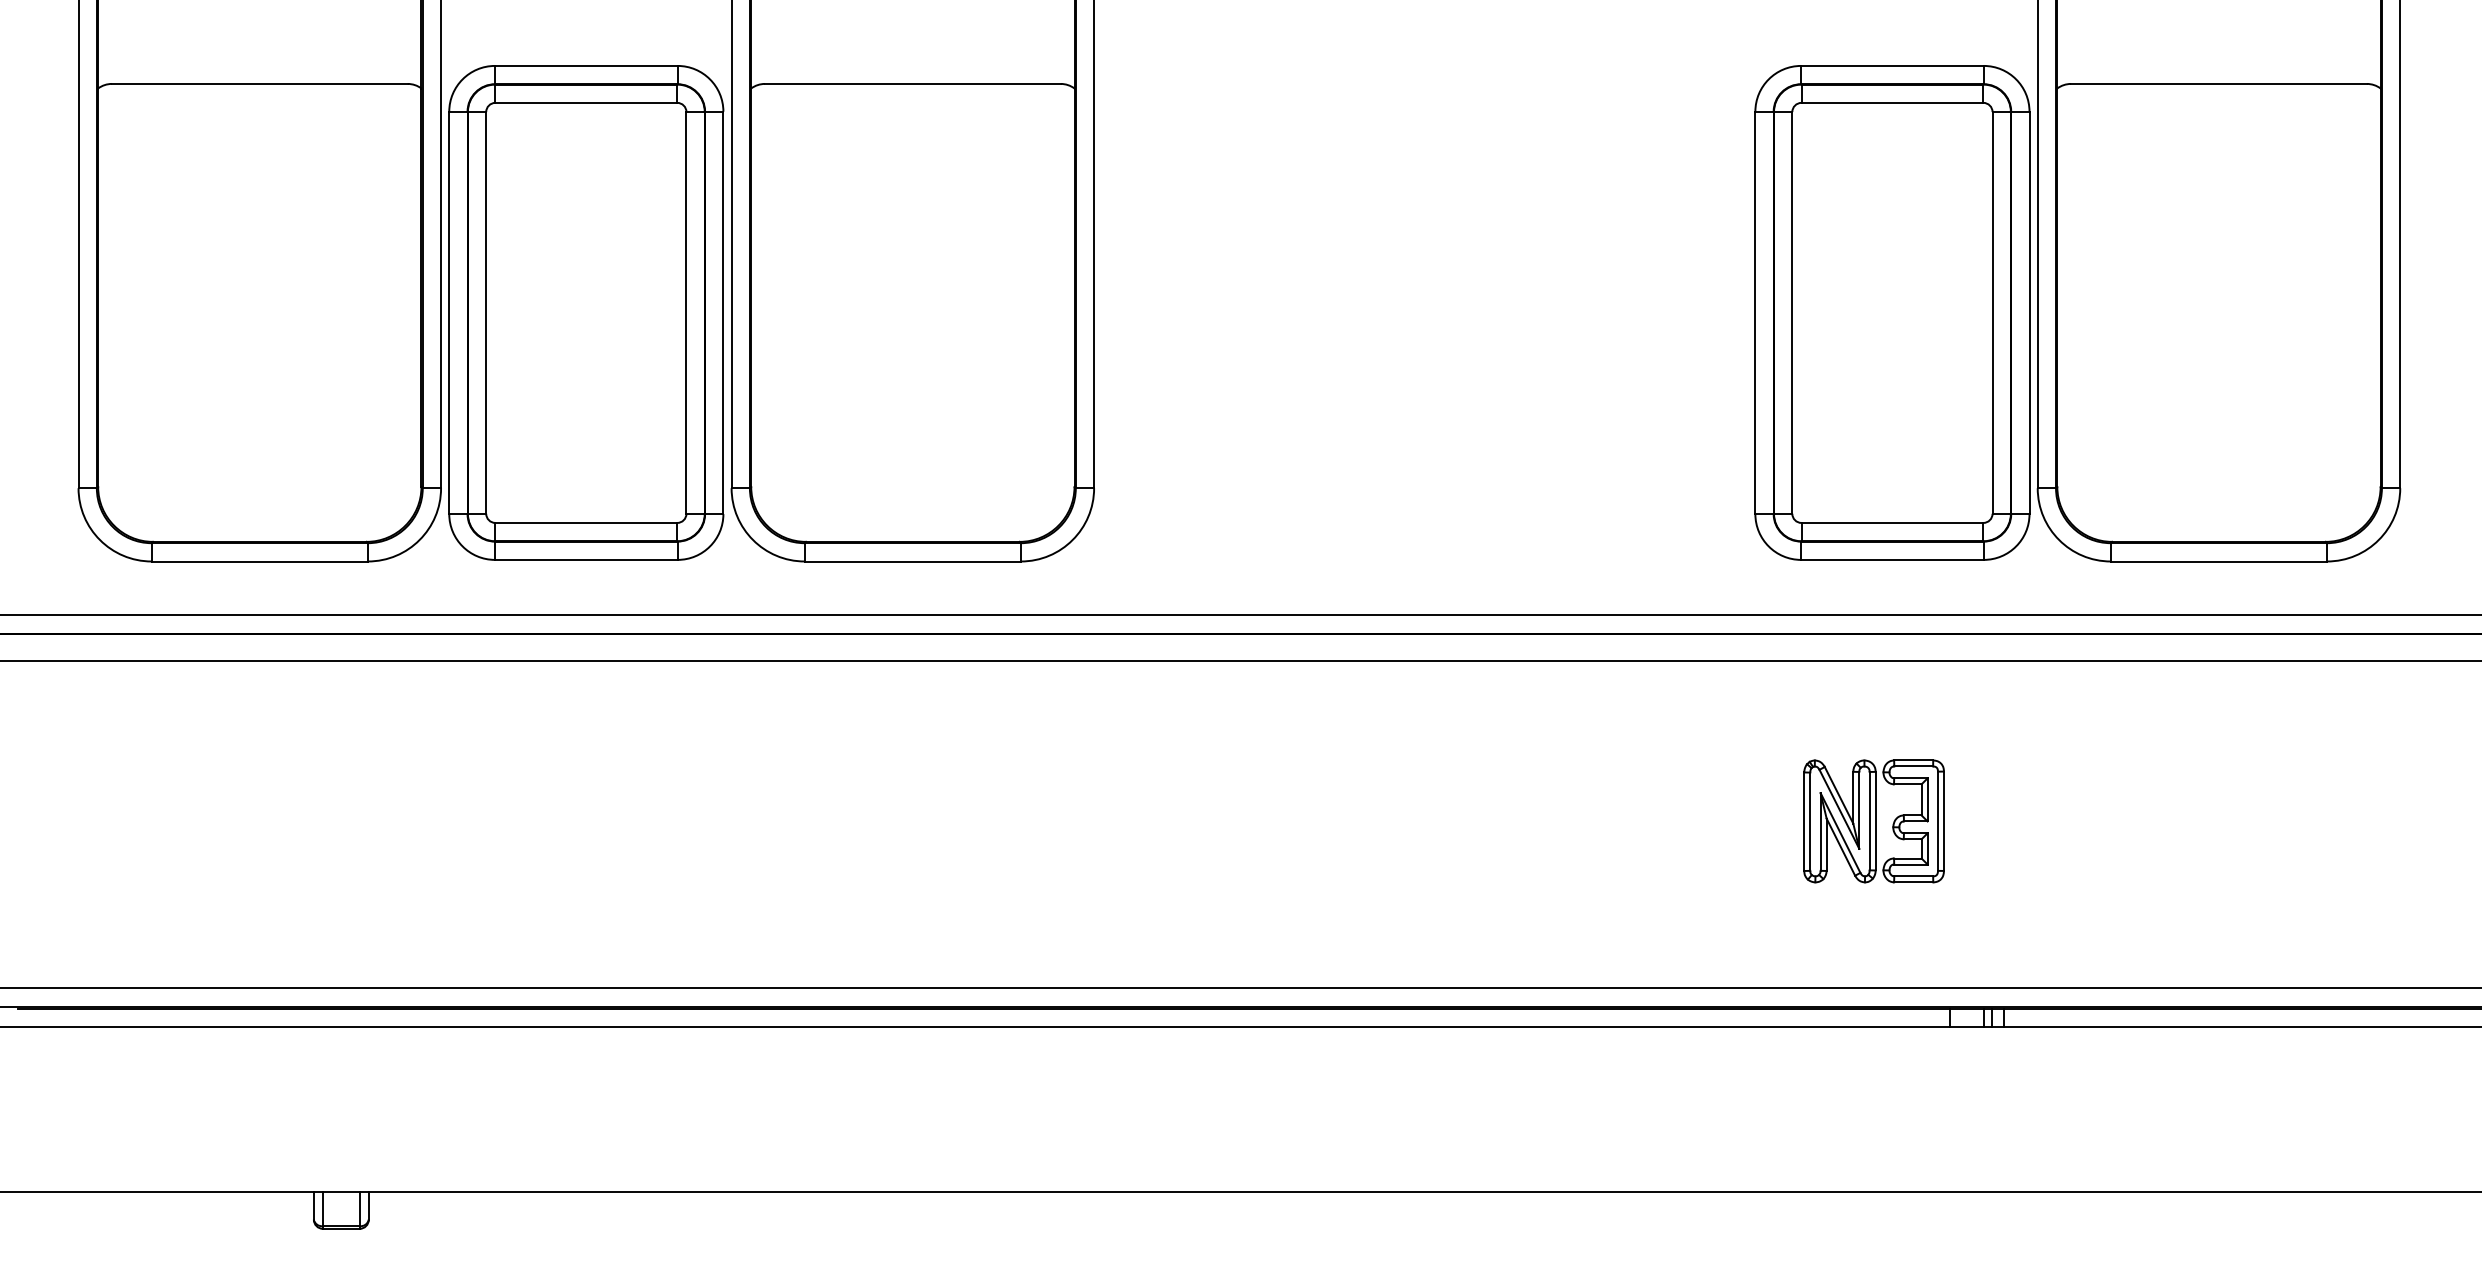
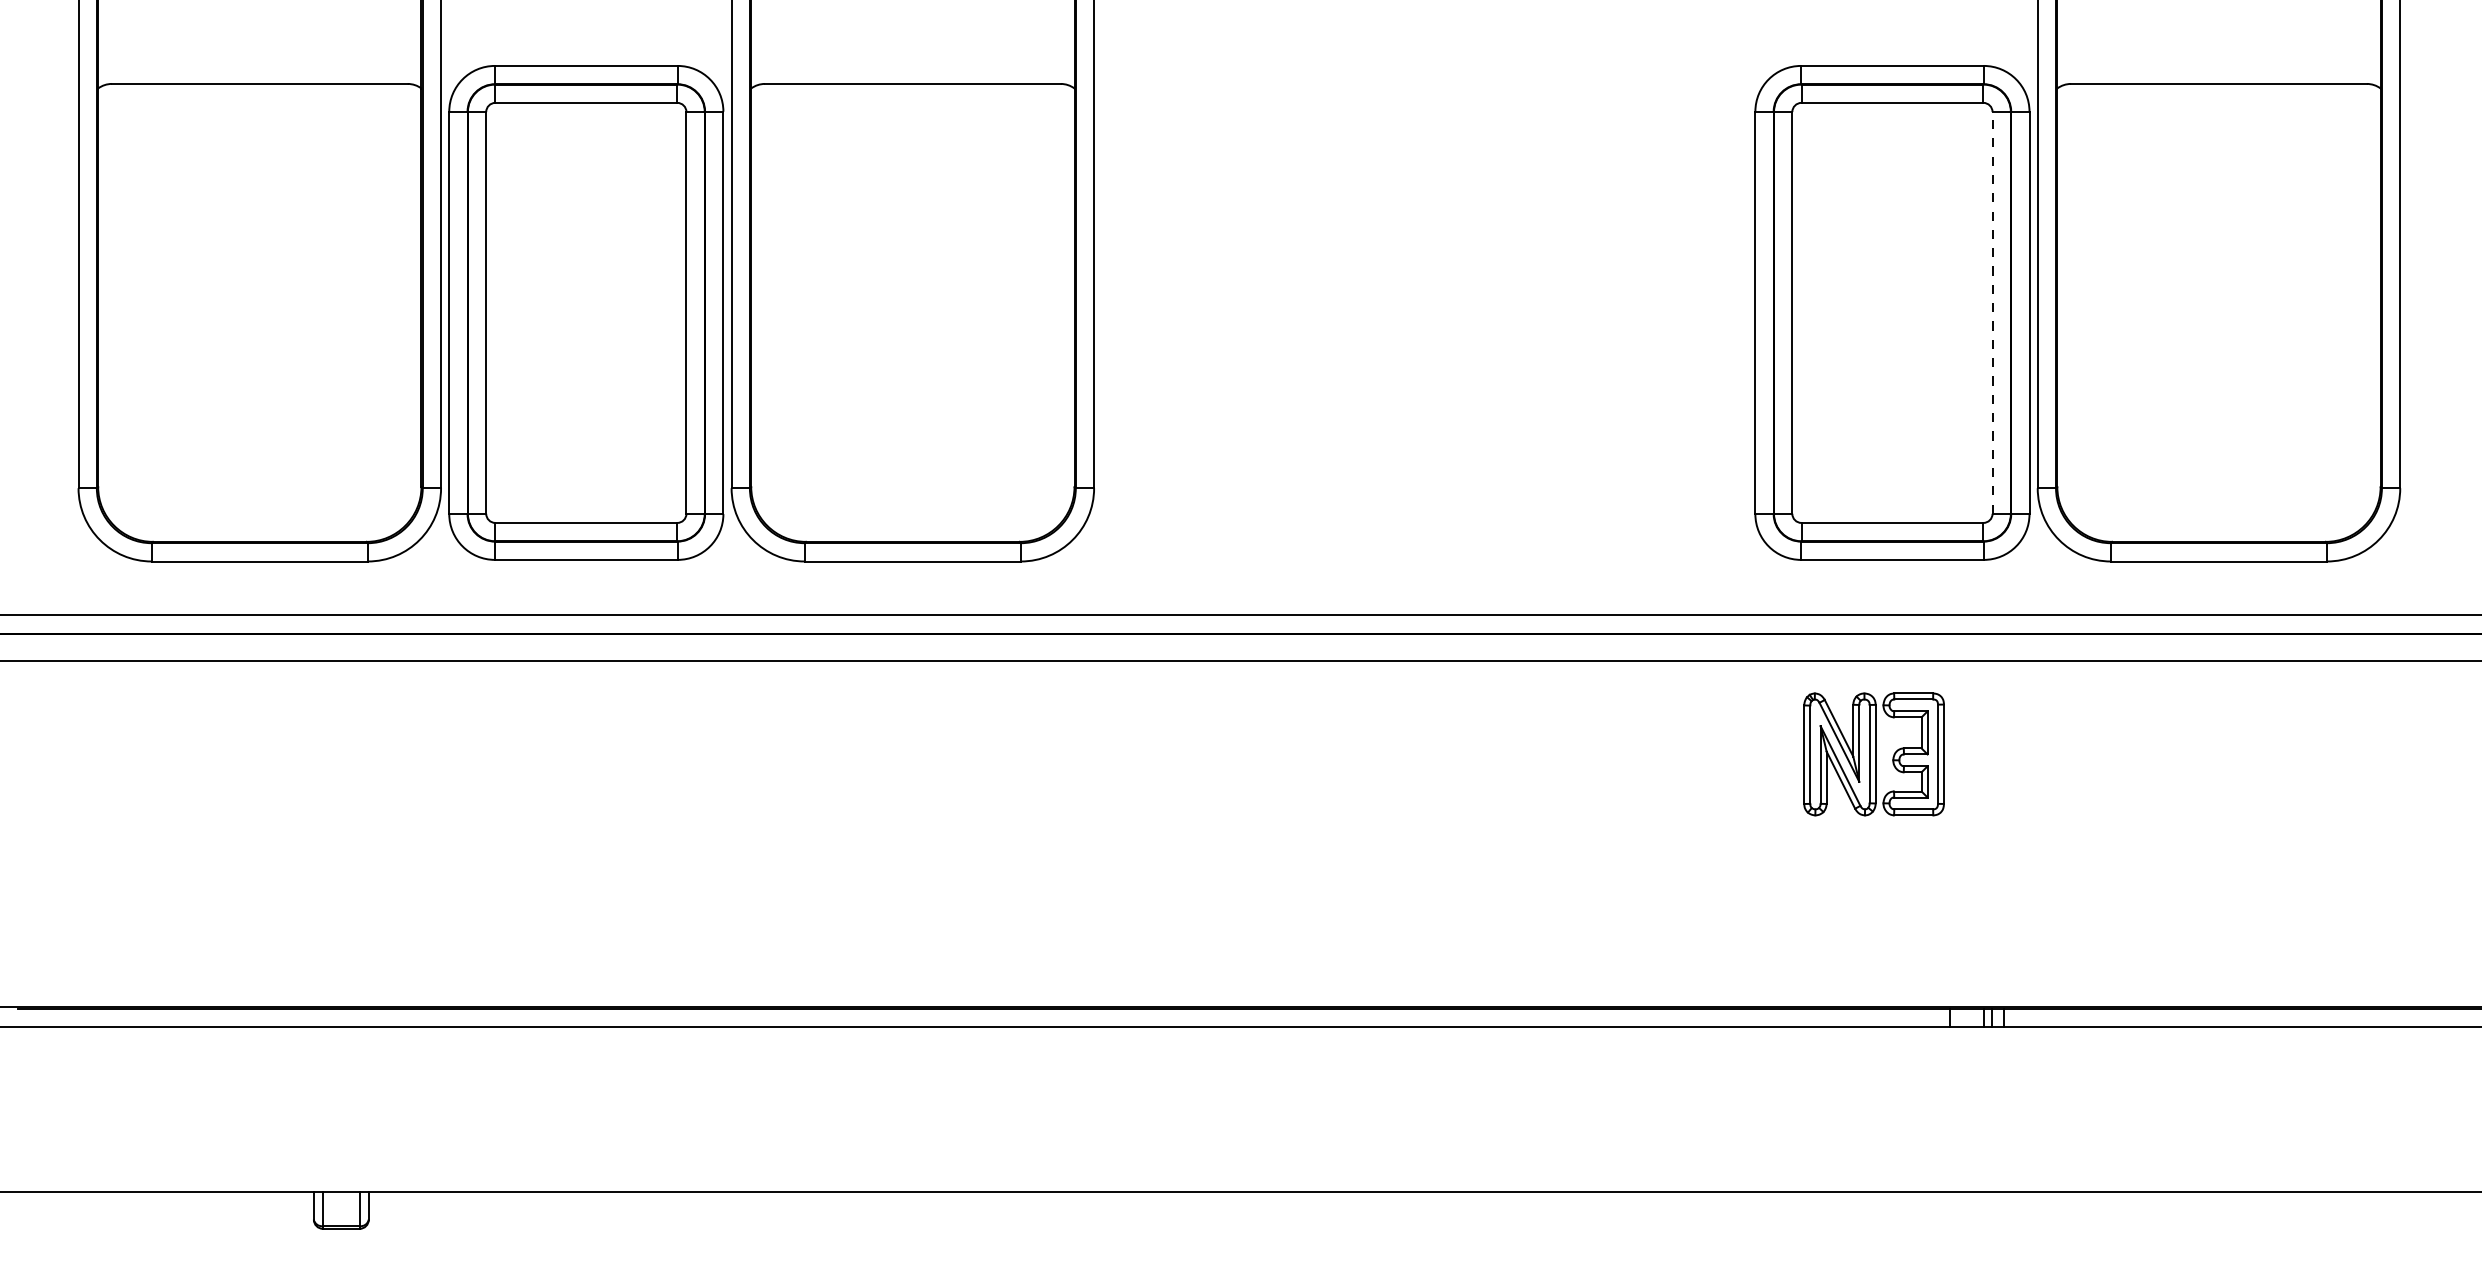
line at (1992, 312): solid -> dashed
part at (1873, 821) position: (1873, 821) -> (1873, 754)
line at (1240, 988): present -> none
